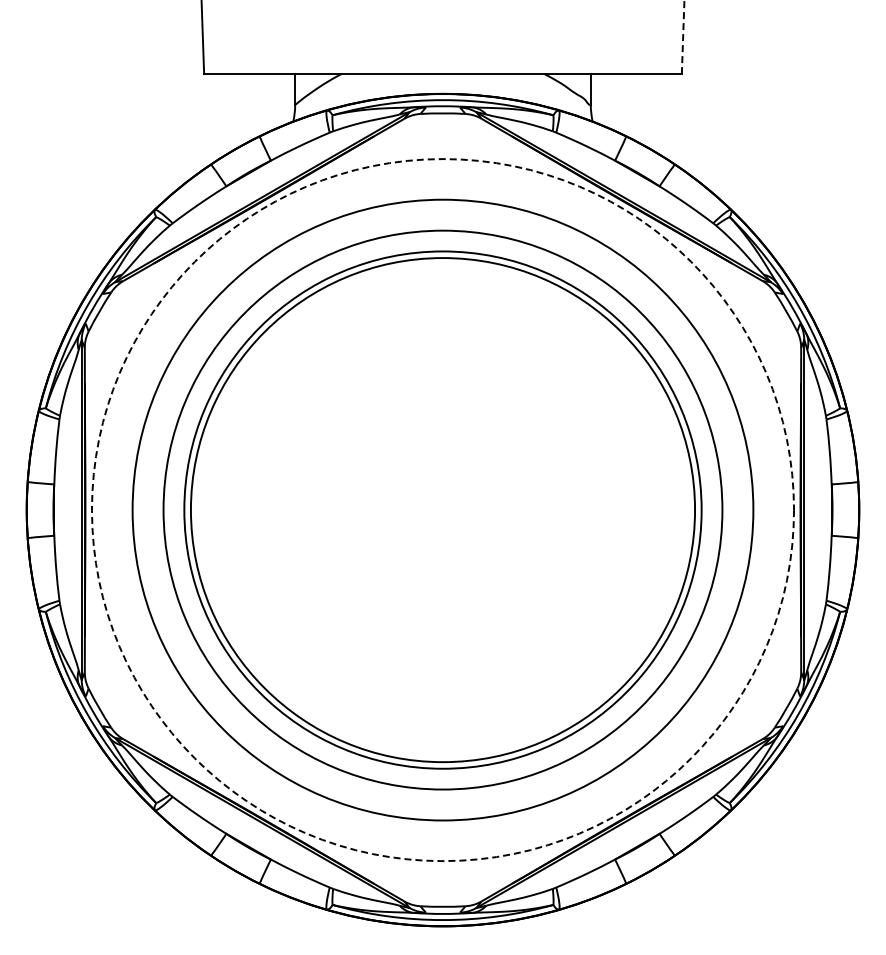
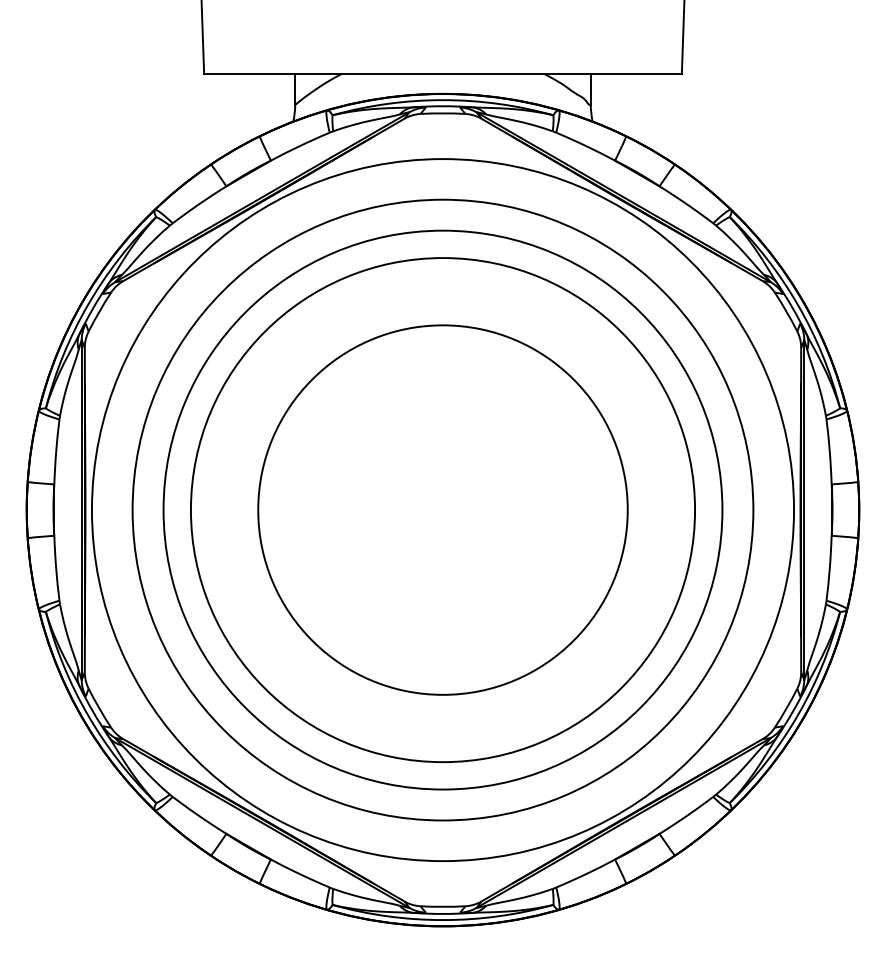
line at (683, 37): dashed -> solid
circle at (442, 509) diameter: 517 px -> 370 px
circle at (442, 510): dashed -> solid
